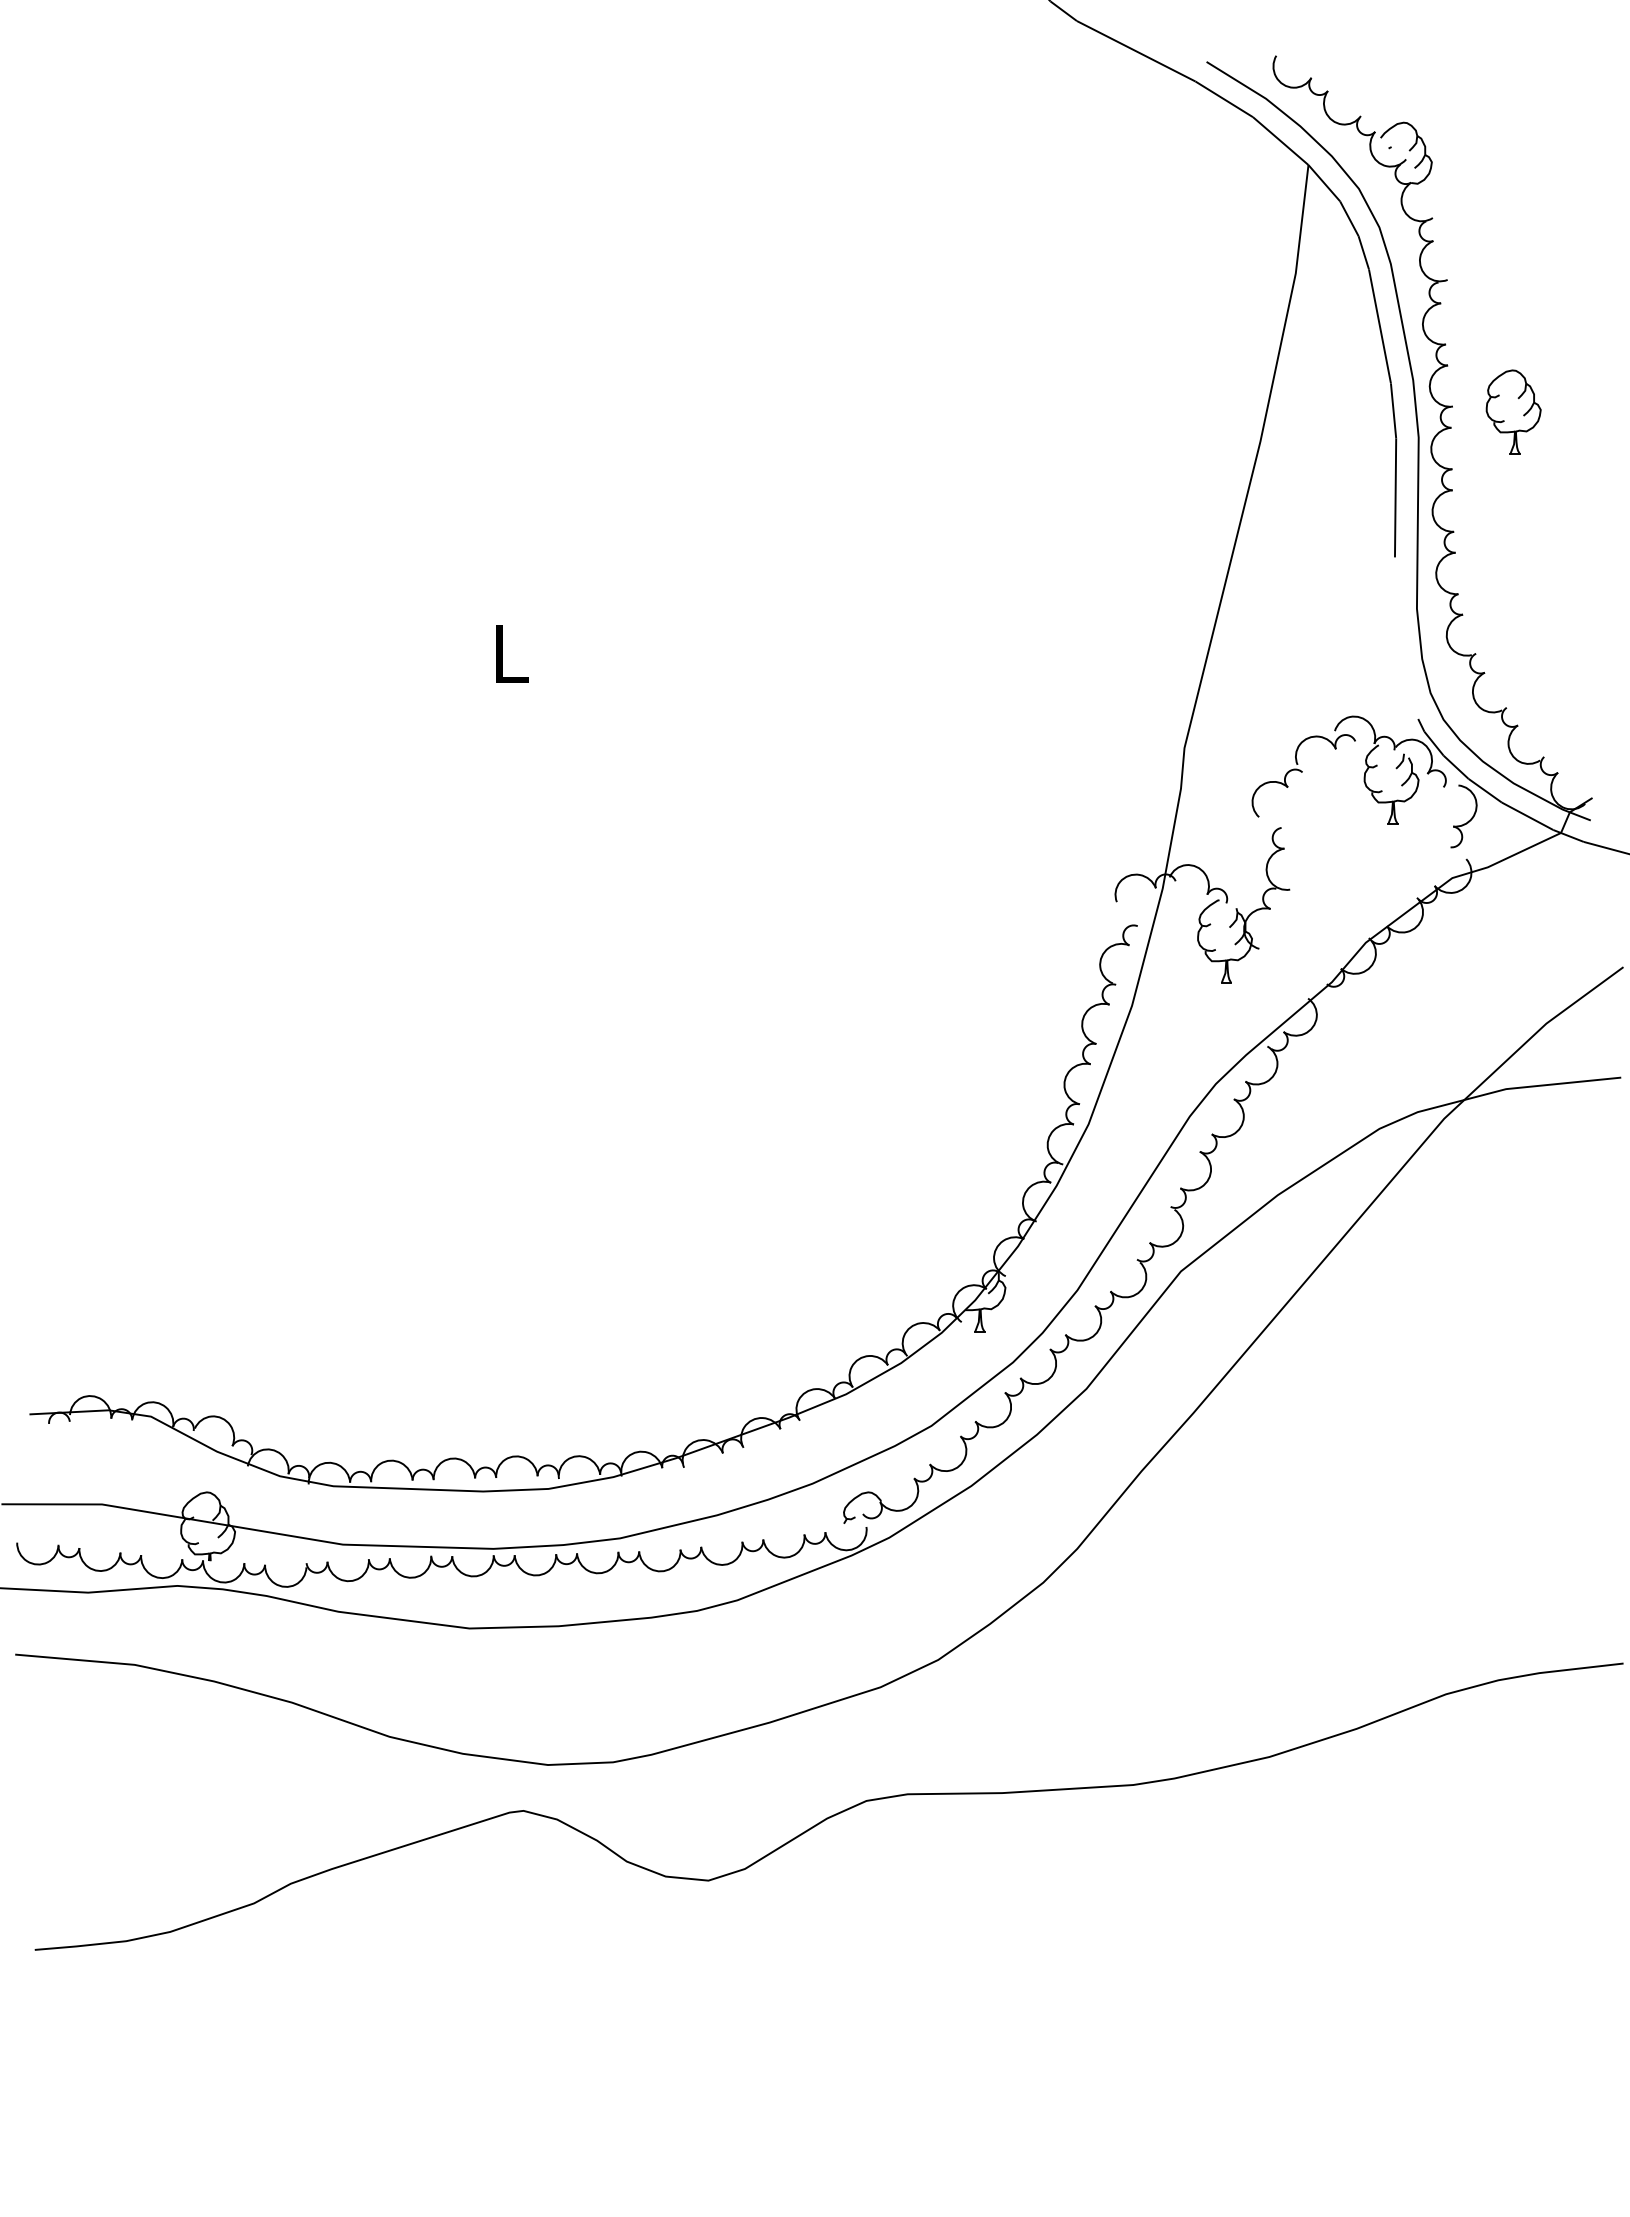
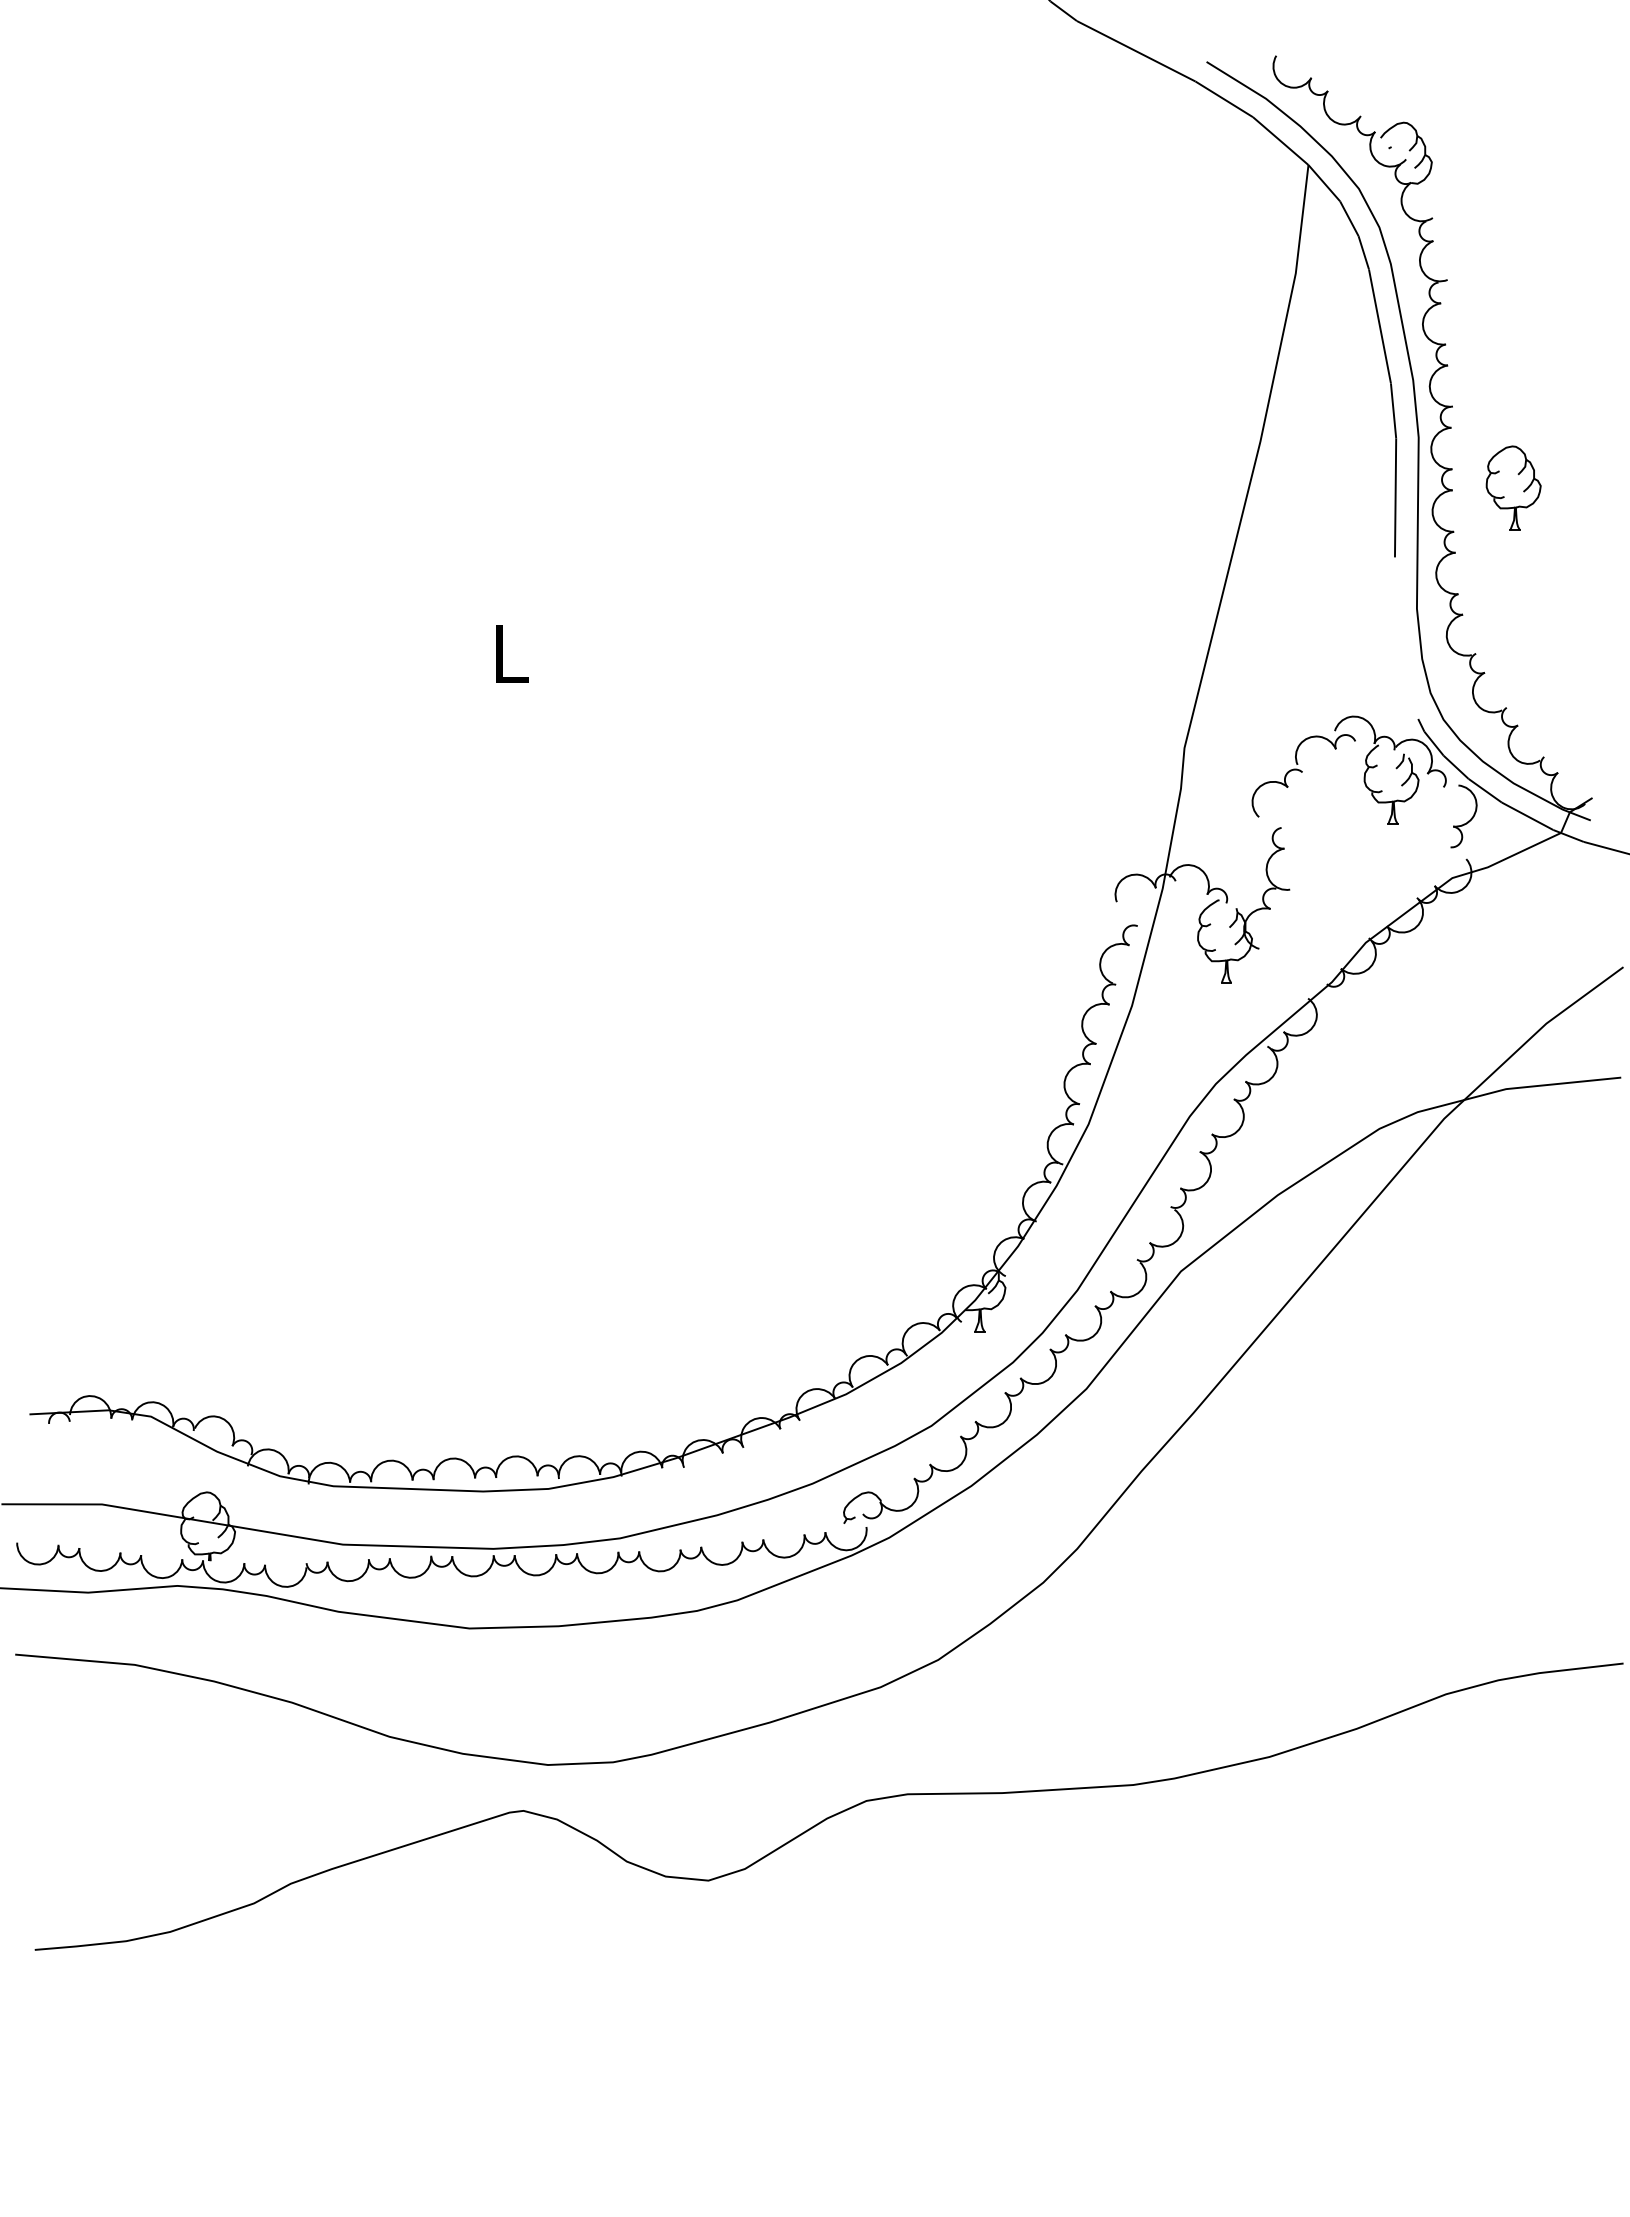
part at (1513, 411) position: (1513, 411) -> (1513, 487)
